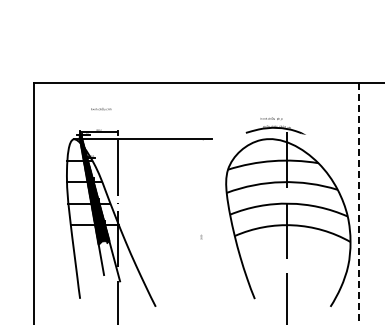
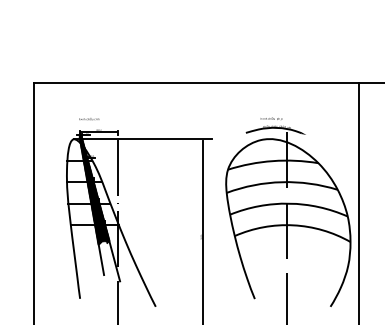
text at (101, 109) position: (101, 109) -> (89, 119)
line at (359, 203): dashed -> solid
line at (203, 230): none -> present
